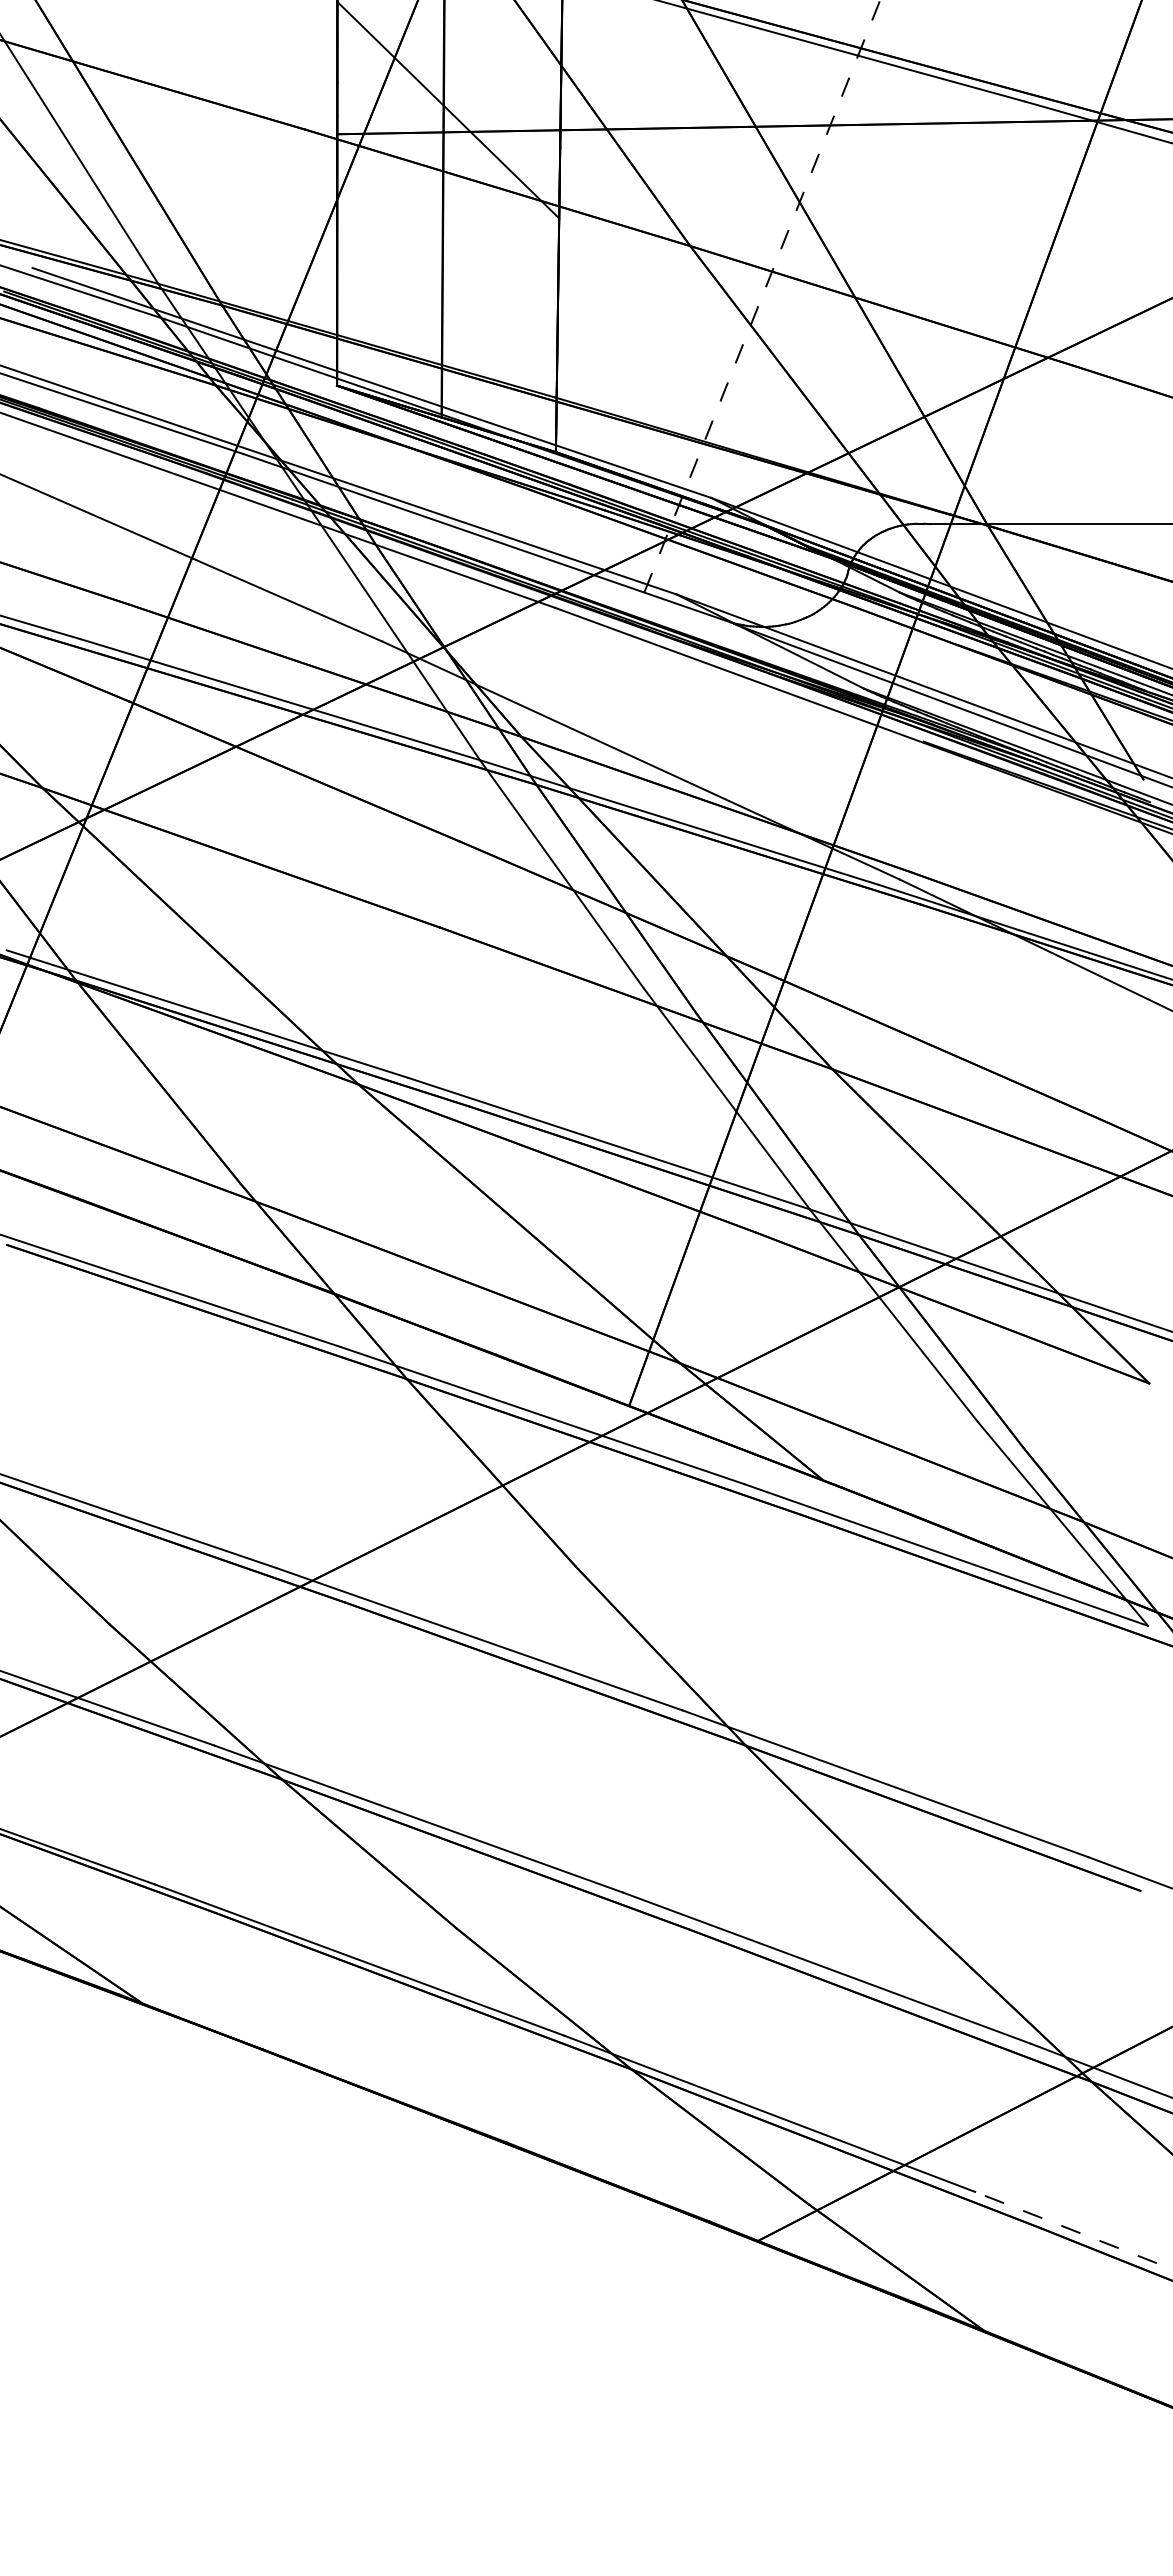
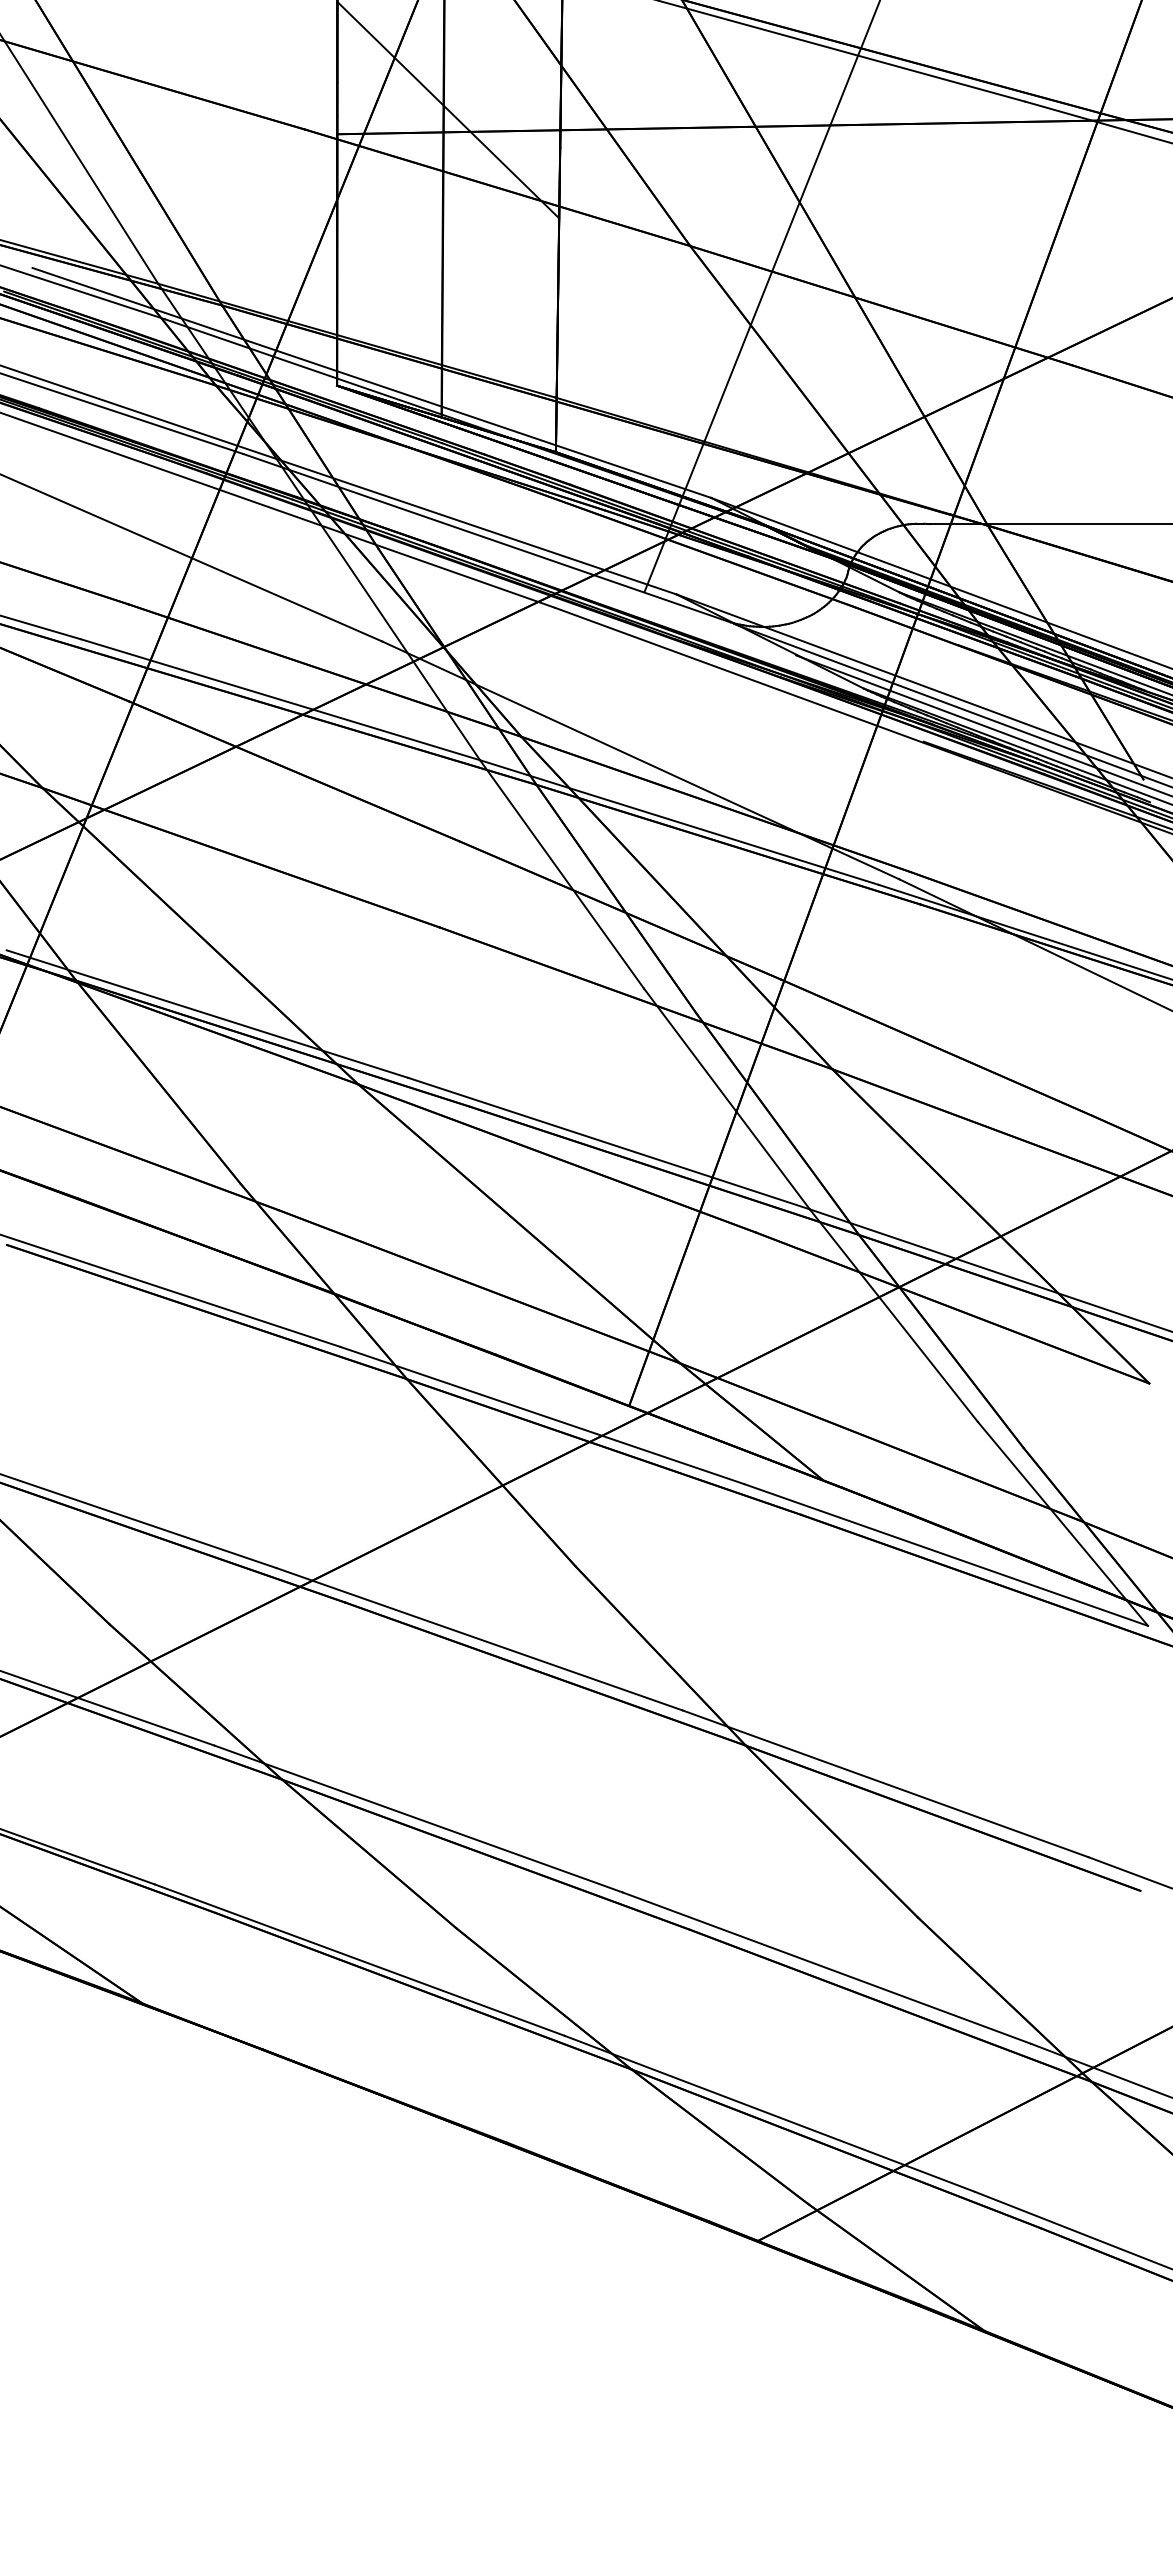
line at (762, 295): dashed -> solid
line at (982, 725): none -> present
line at (1073, 2230): dashed -> solid
